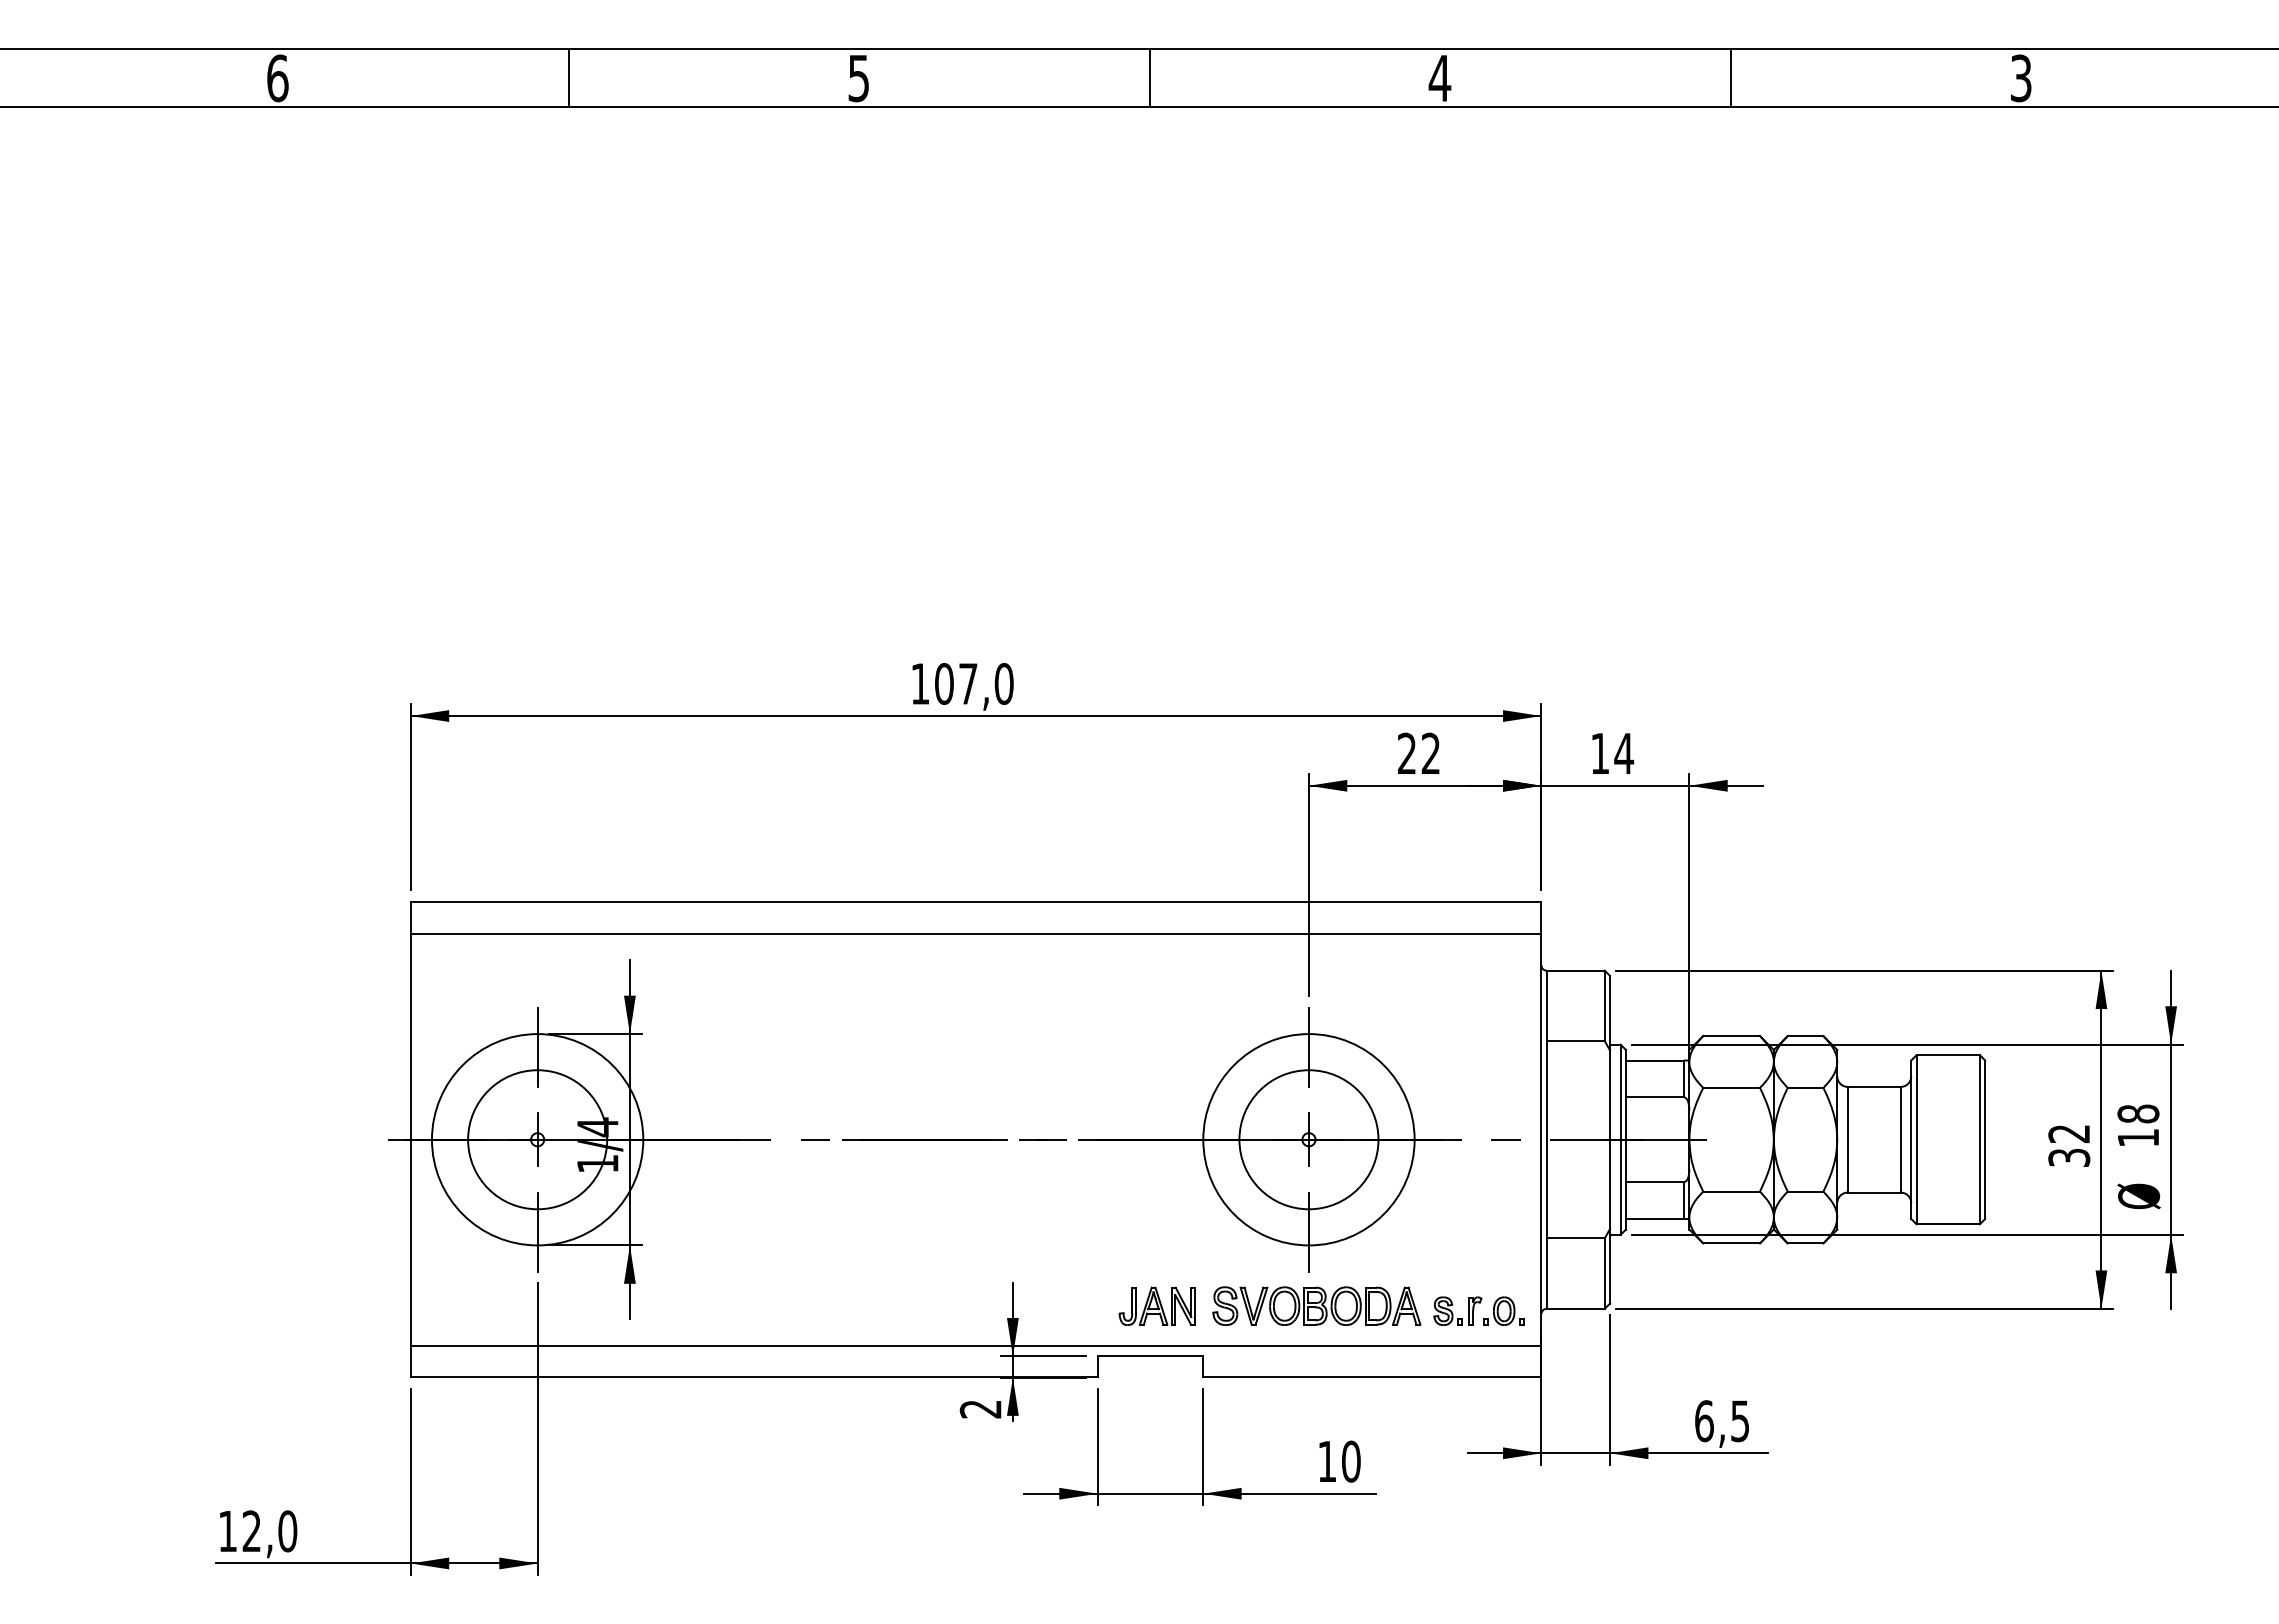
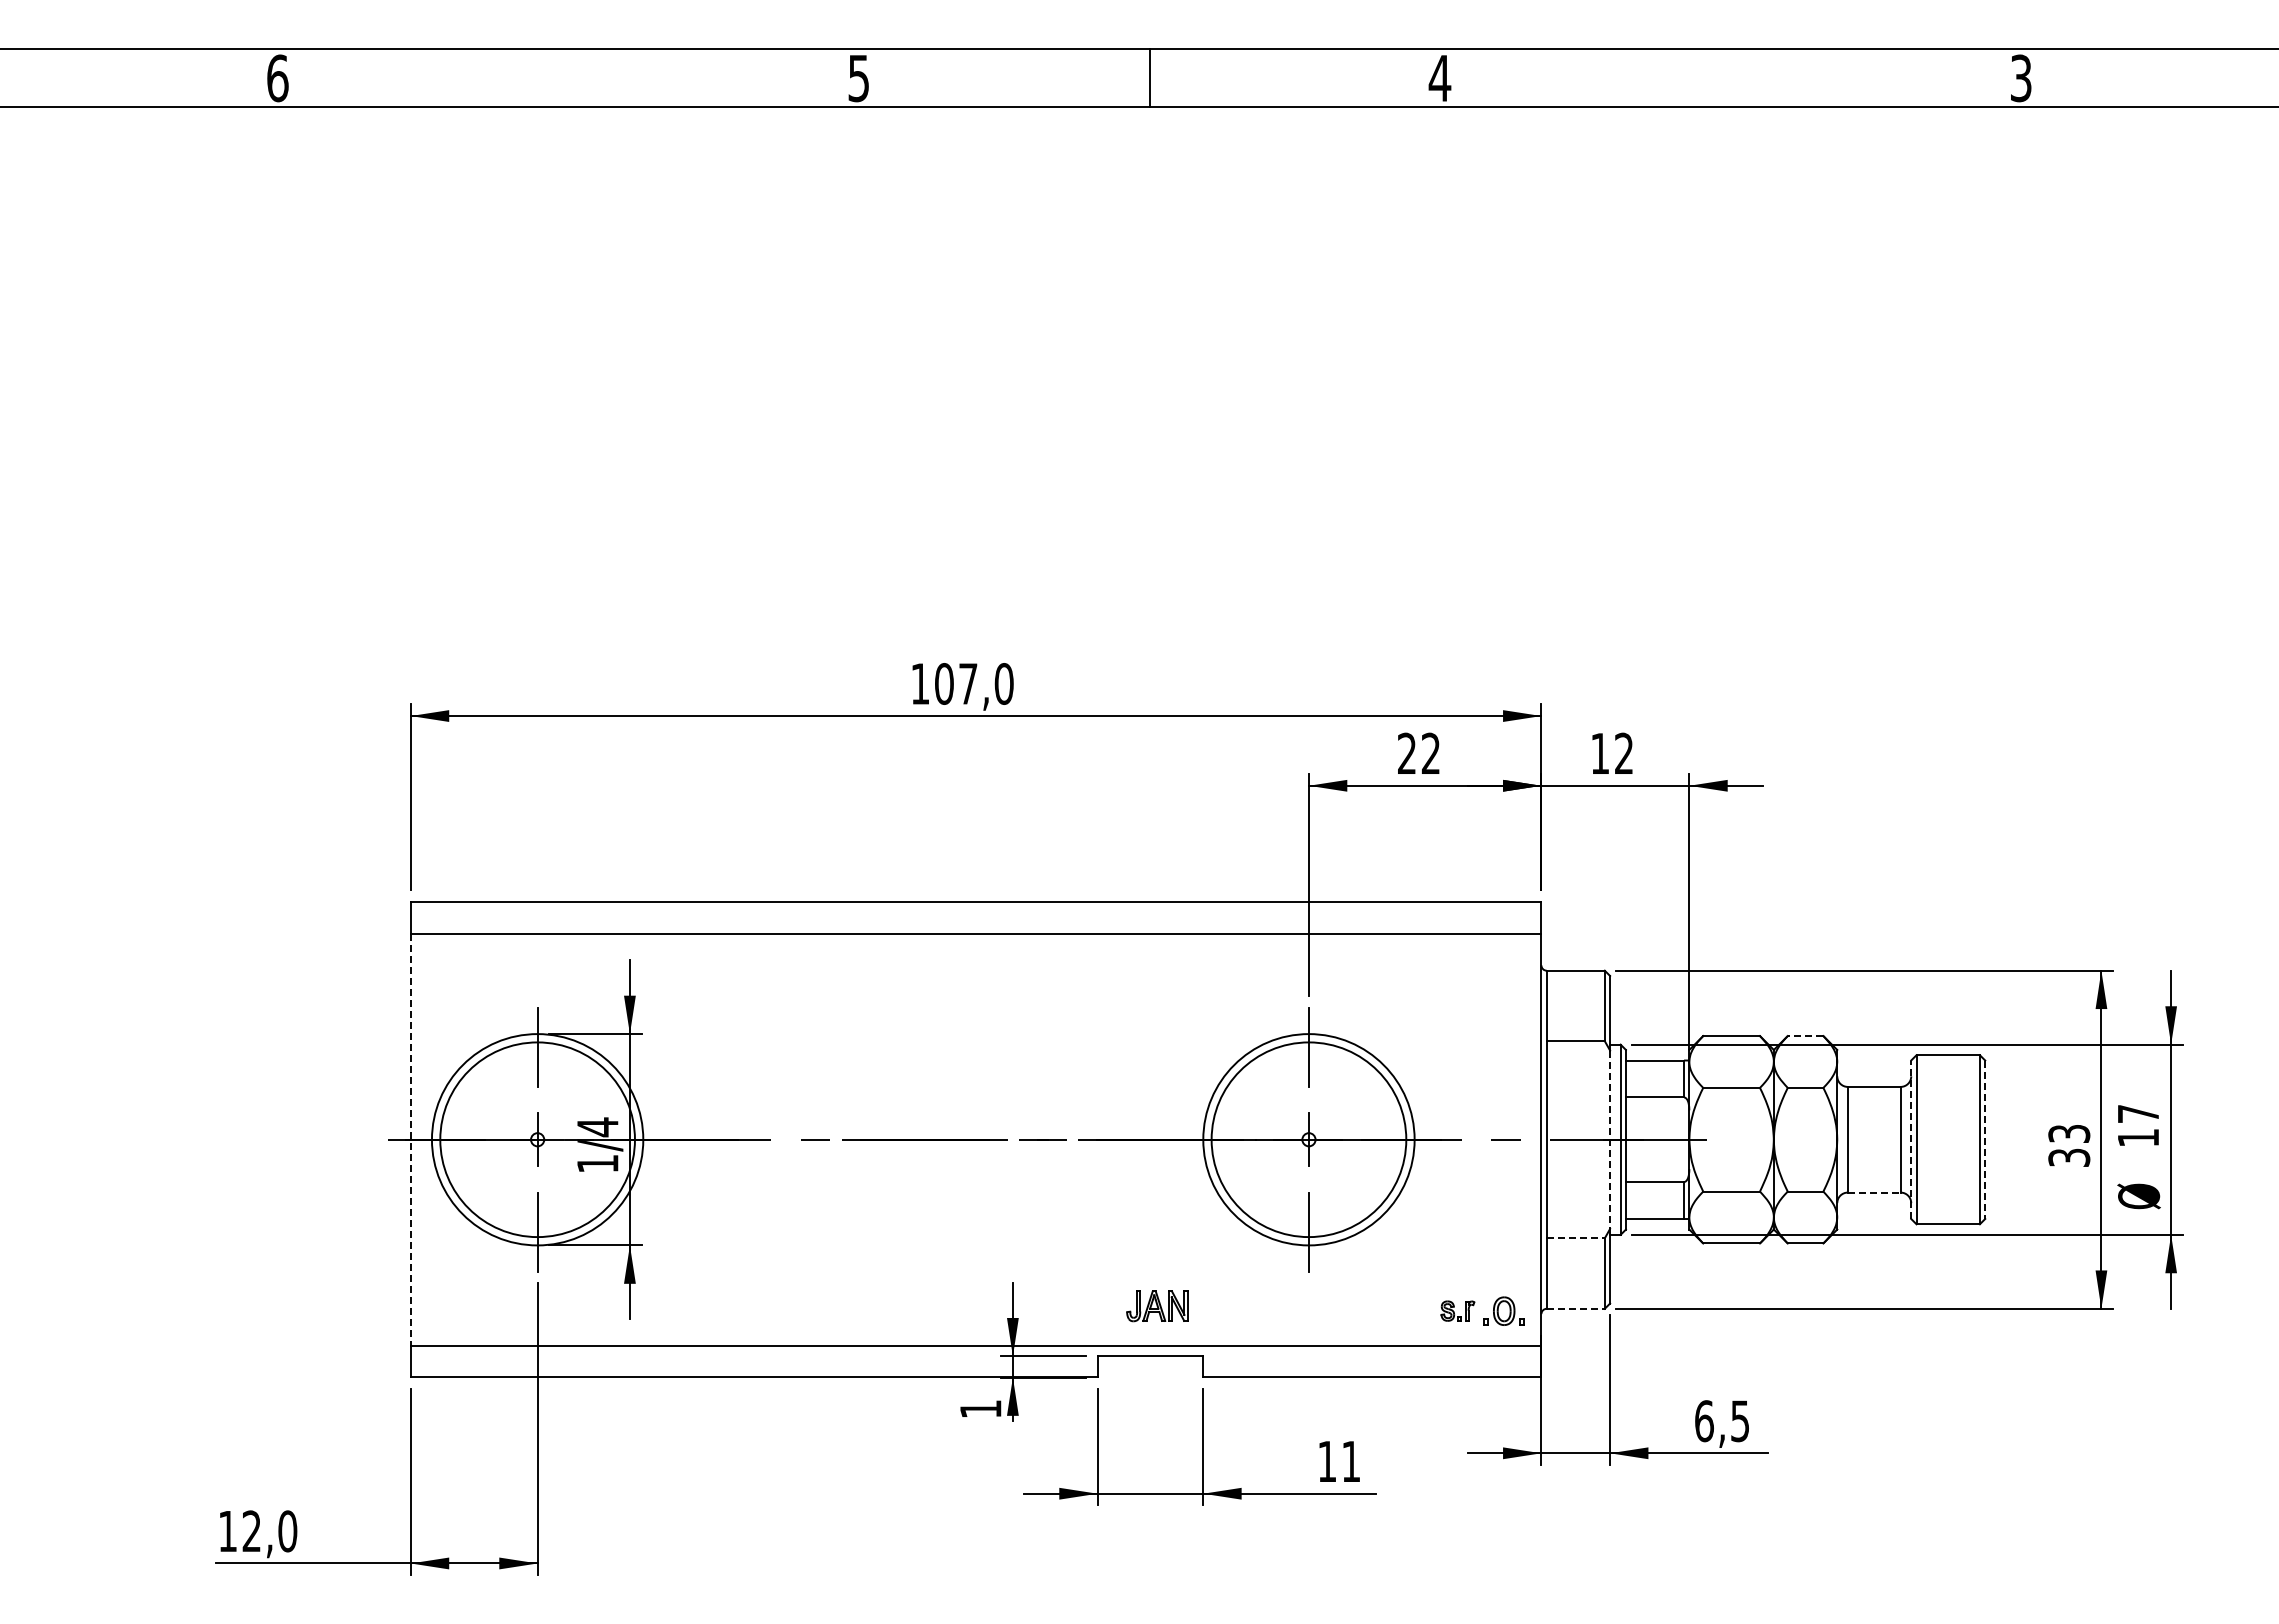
line at (568, 77): present -> none
line at (1731, 77): present -> none
text at (1624, 752): 14 -> 12
line at (1805, 1036): solid -> dashed
text at (2138, 1113): 18 -> 17
text at (2069, 1134): 32 -> 33
circle at (537, 1139) diameter: 139 px -> 195 px
circle at (1308, 1139) diameter: 139 px -> 195 px
line at (1911, 1139): solid -> dashed
line at (410, 1140): solid -> dashed
line at (1610, 1140): solid -> dashed
line at (1985, 1140): solid -> dashed
line at (1874, 1192): solid -> dashed
line at (1576, 1238): solid -> dashed
part at (1156, 1305) size: 78x40 px -> 63x33 px
part at (1316, 1305): present -> none
line at (1576, 1308): solid -> dashed
part at (1457, 1310) size: 50x30 px -> 36x22 px
text at (980, 1409): 2 -> 1
text at (1351, 1461): 10 -> 11
